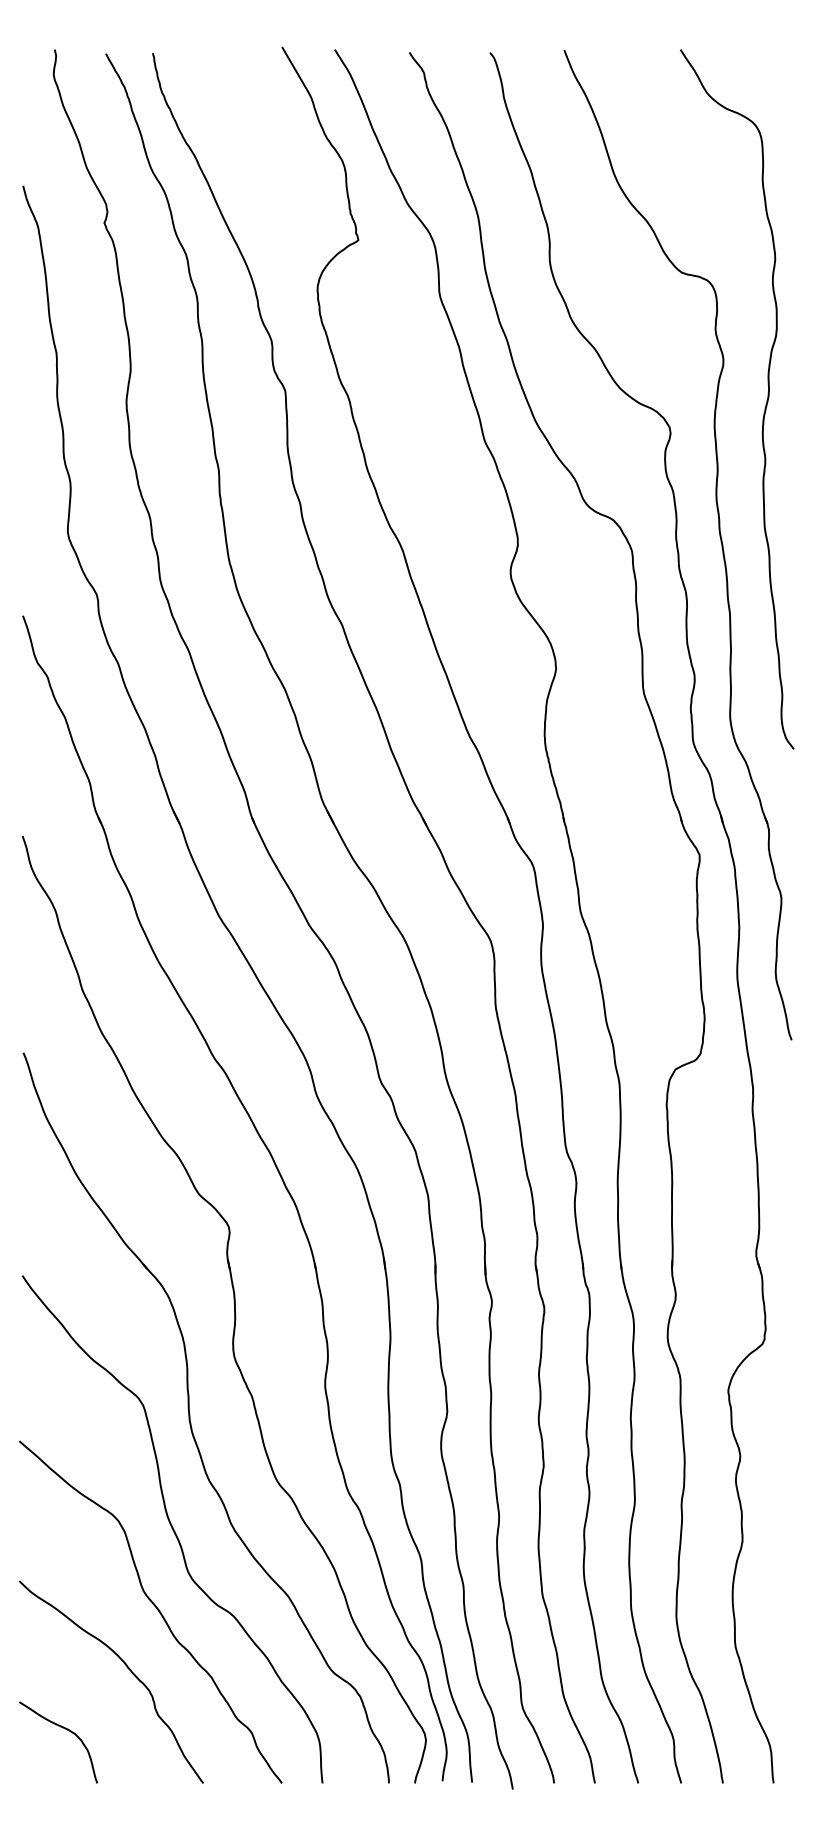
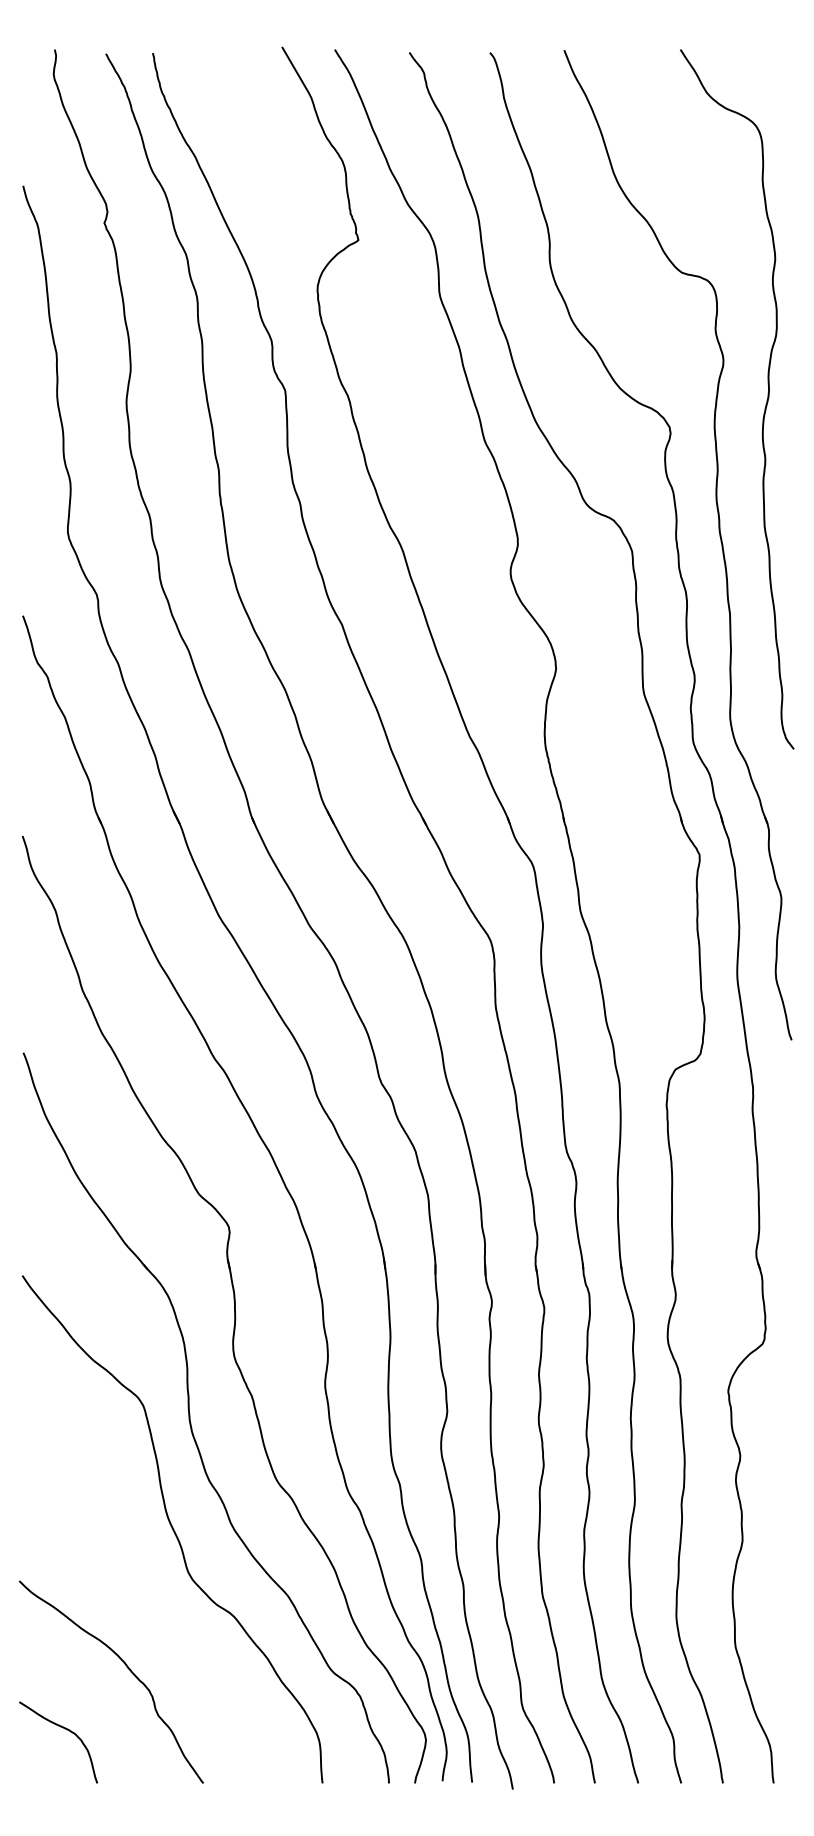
curve at (156, 1609): present -> none
